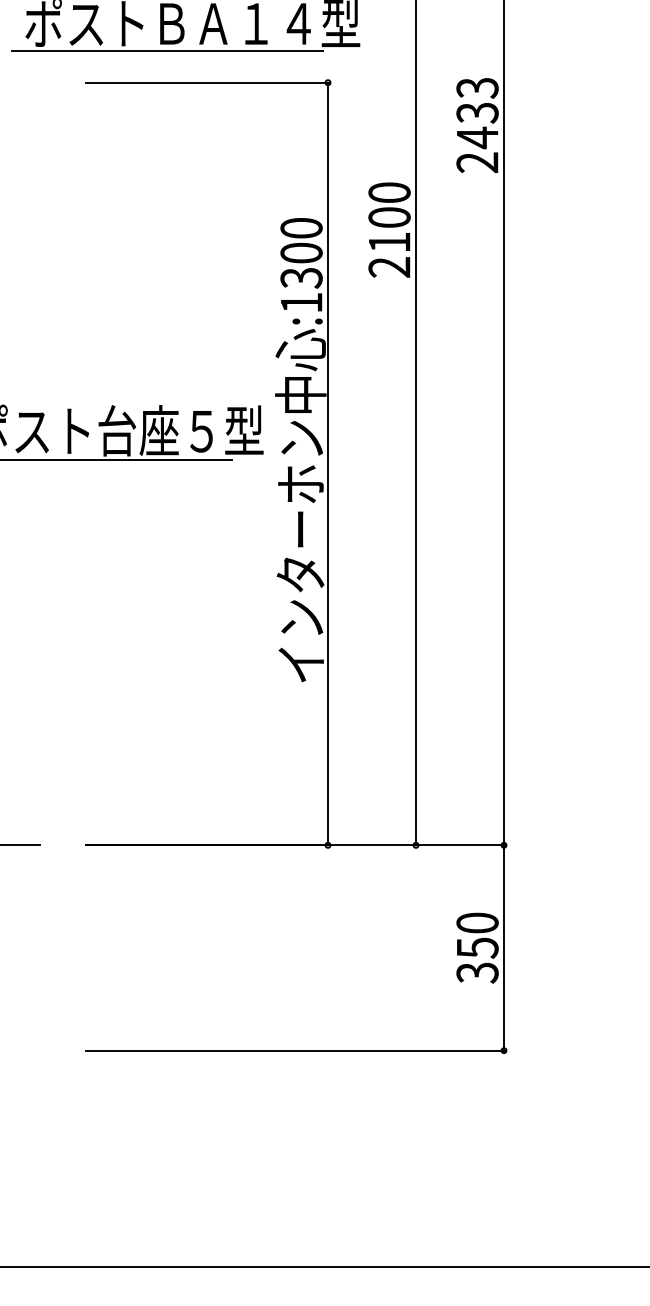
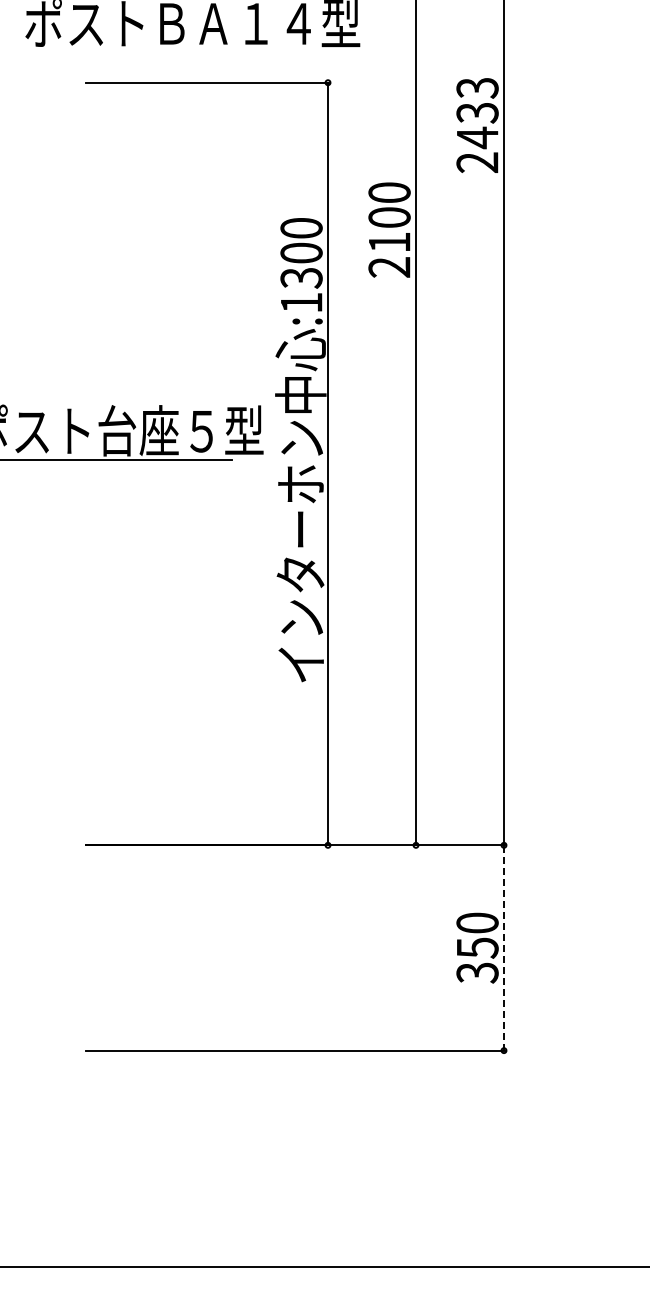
line at (167, 50): present -> none
line at (20, 845): present -> none
line at (503, 947): solid -> dashed
